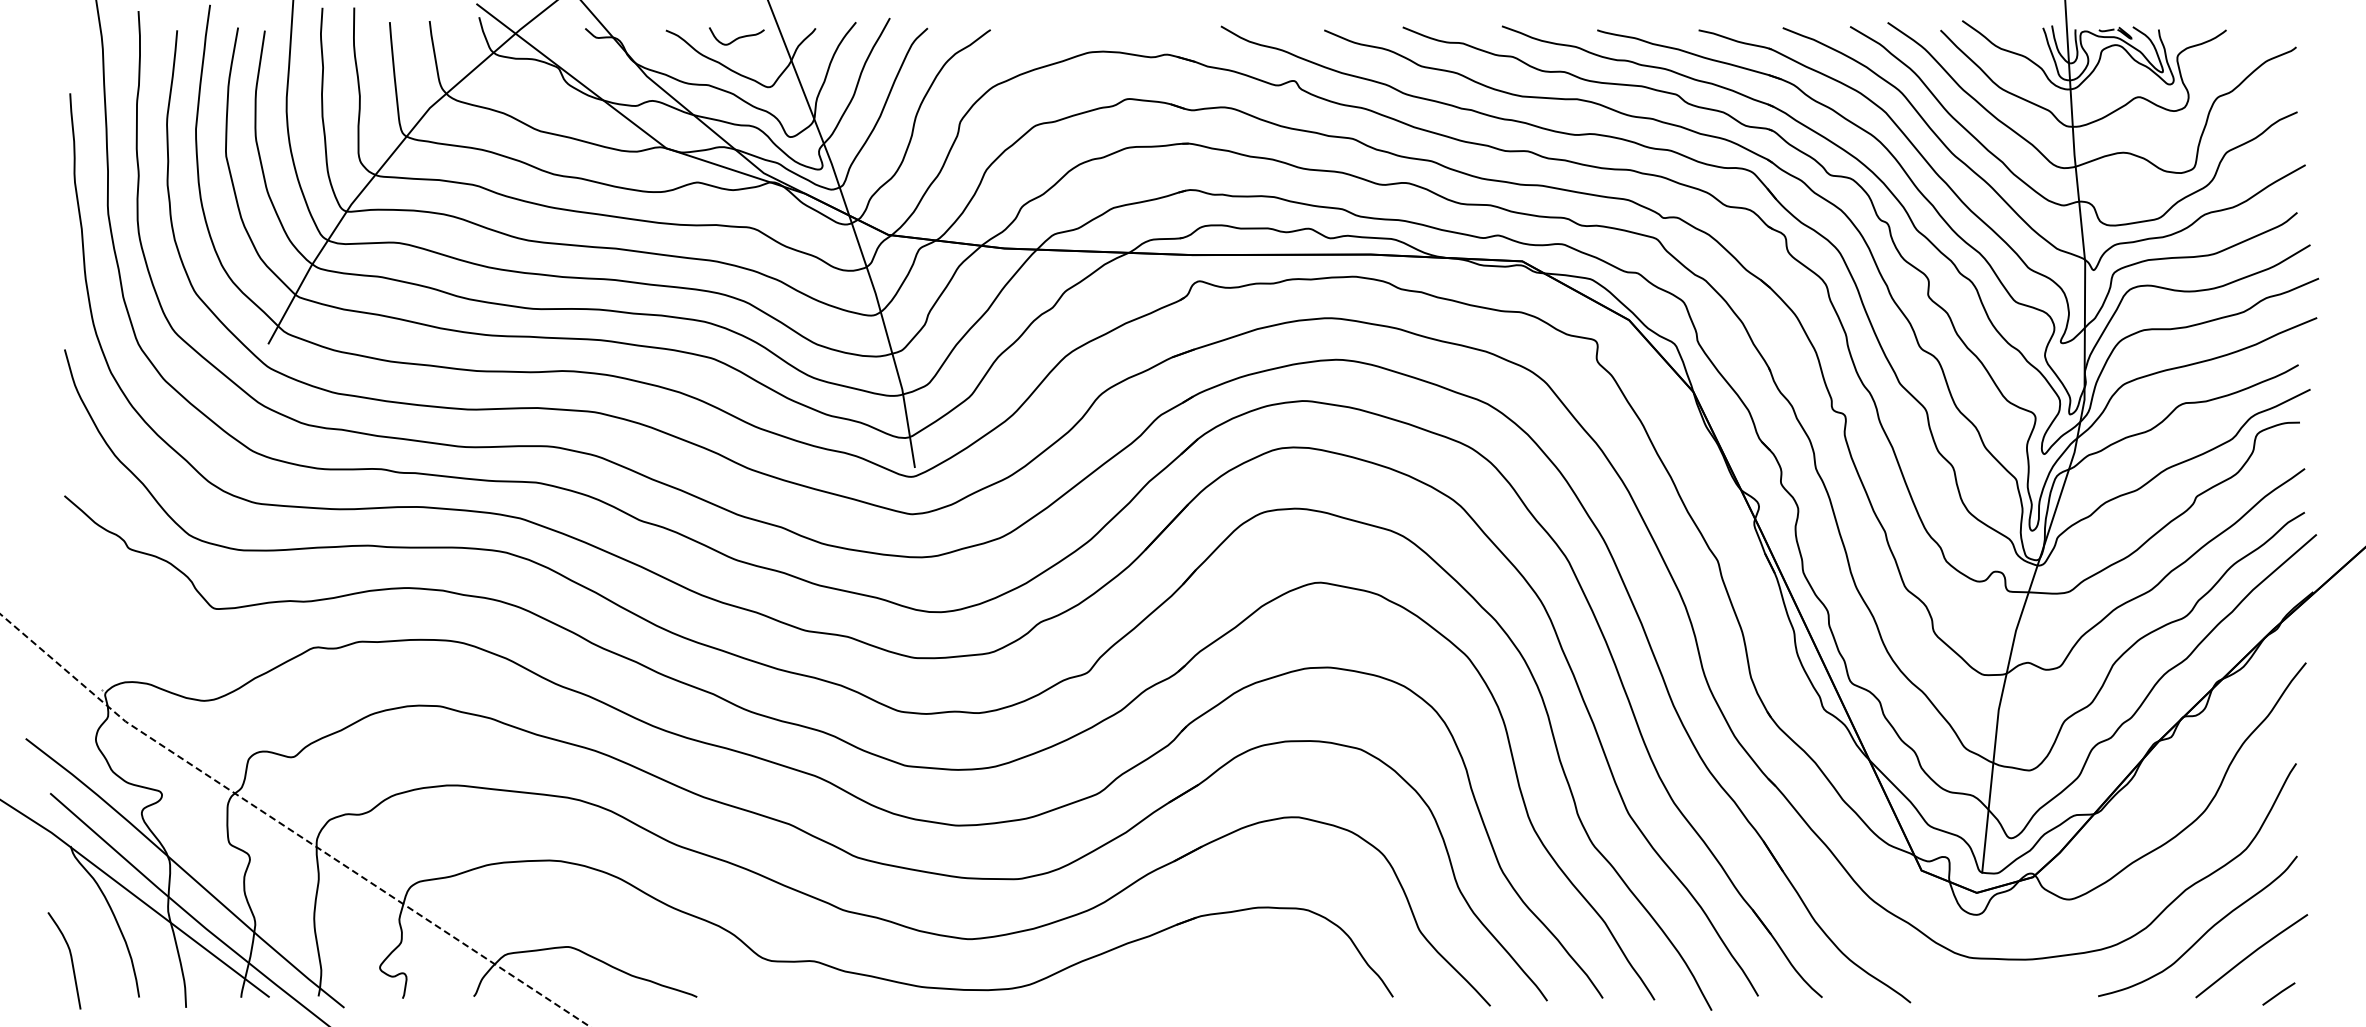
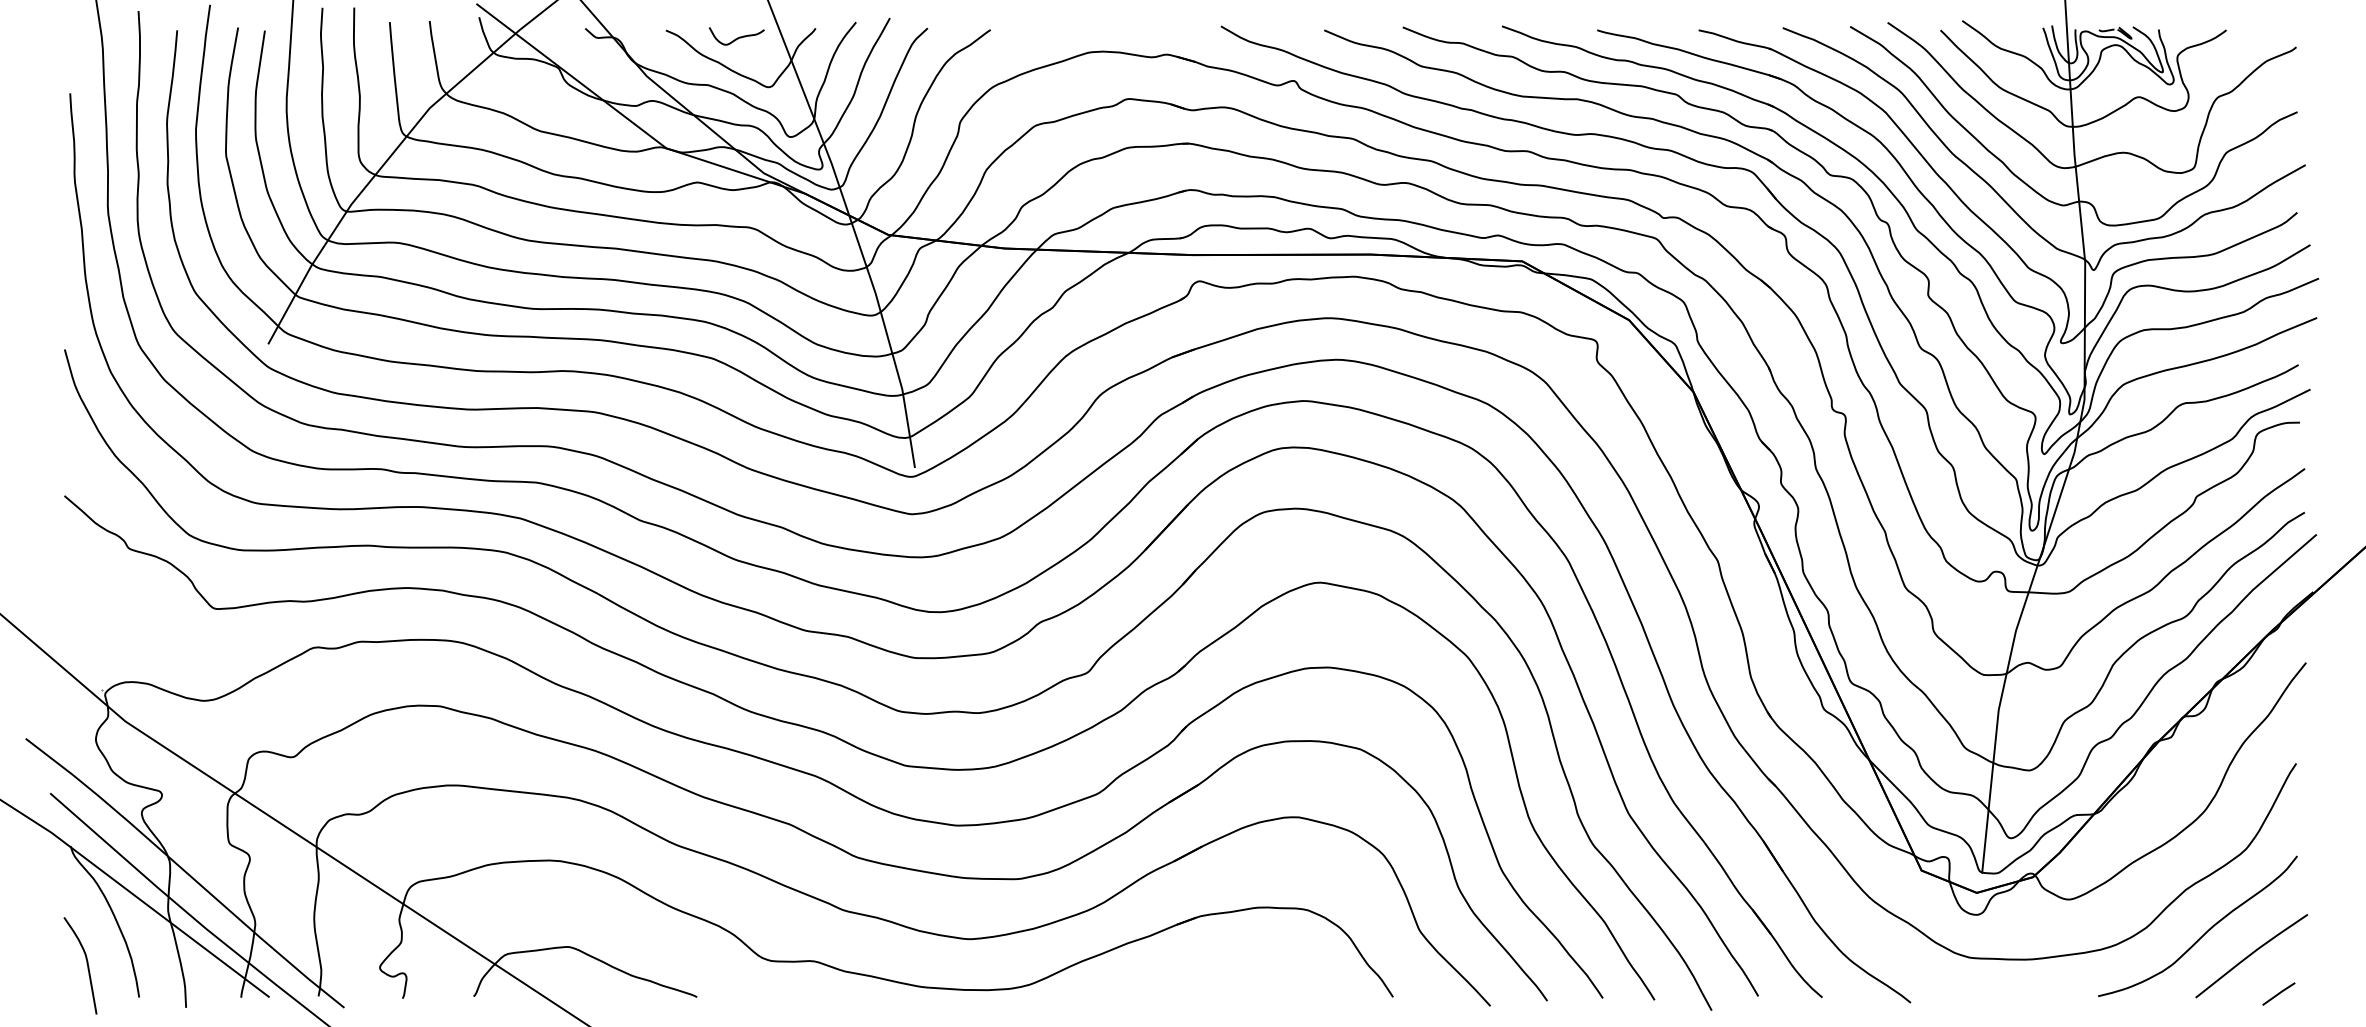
line at (288, 828): dashed -> solid
curve at (70, 958) position: (70, 958) -> (86, 963)
